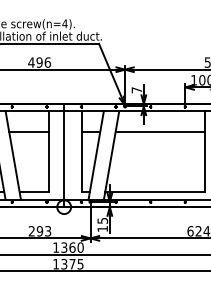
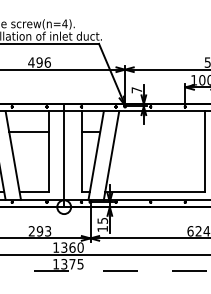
line at (159, 131): present -> none
line at (105, 271): solid -> dashed
